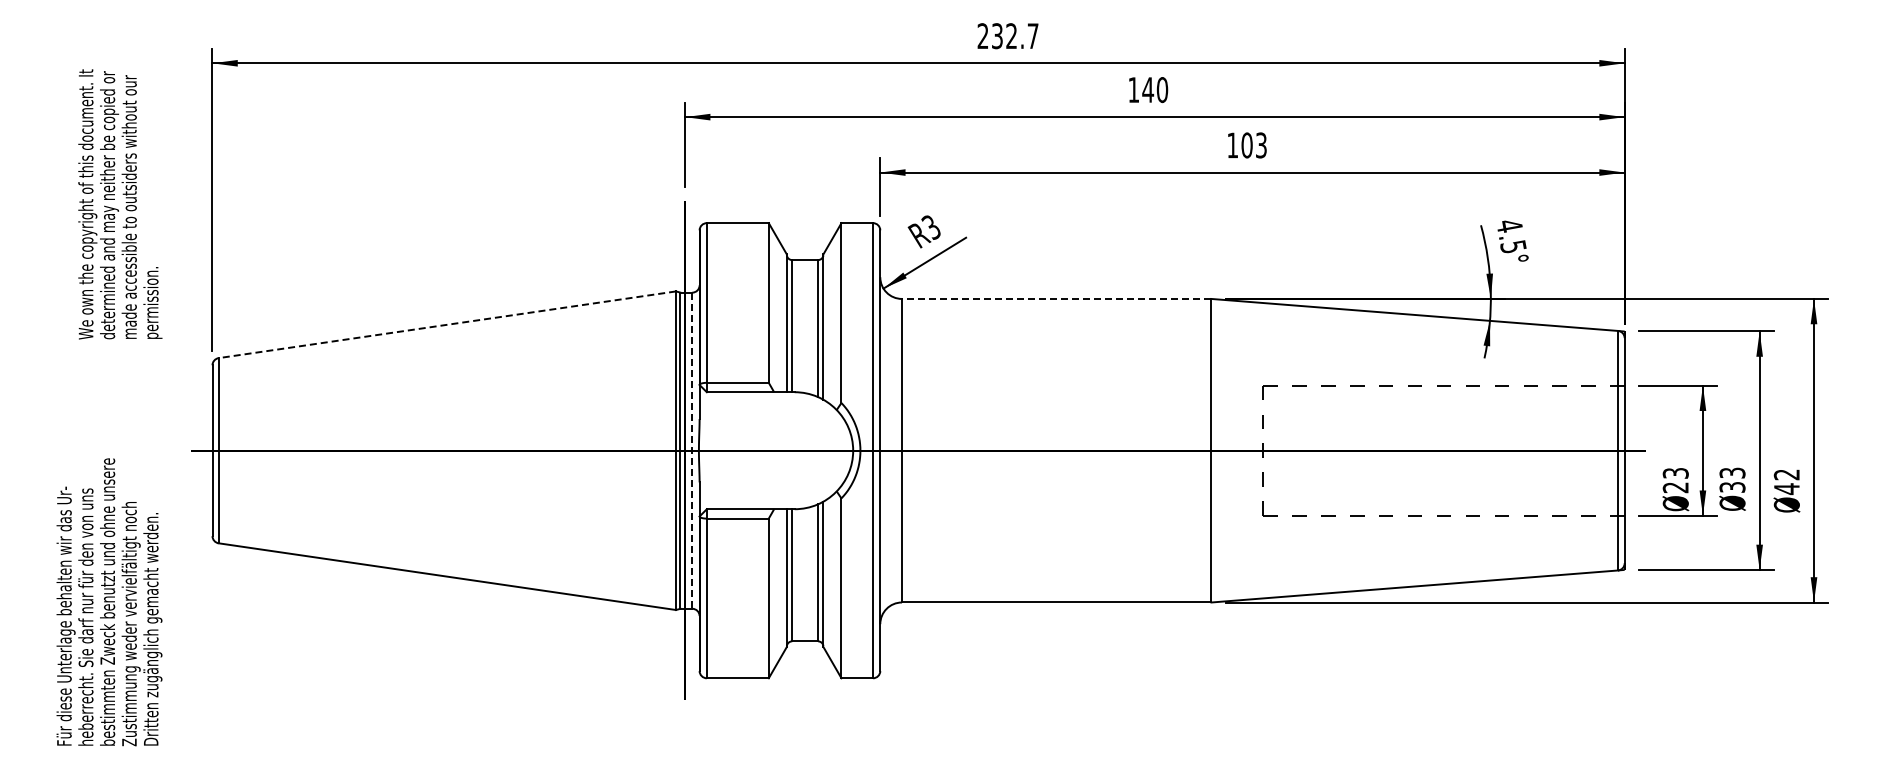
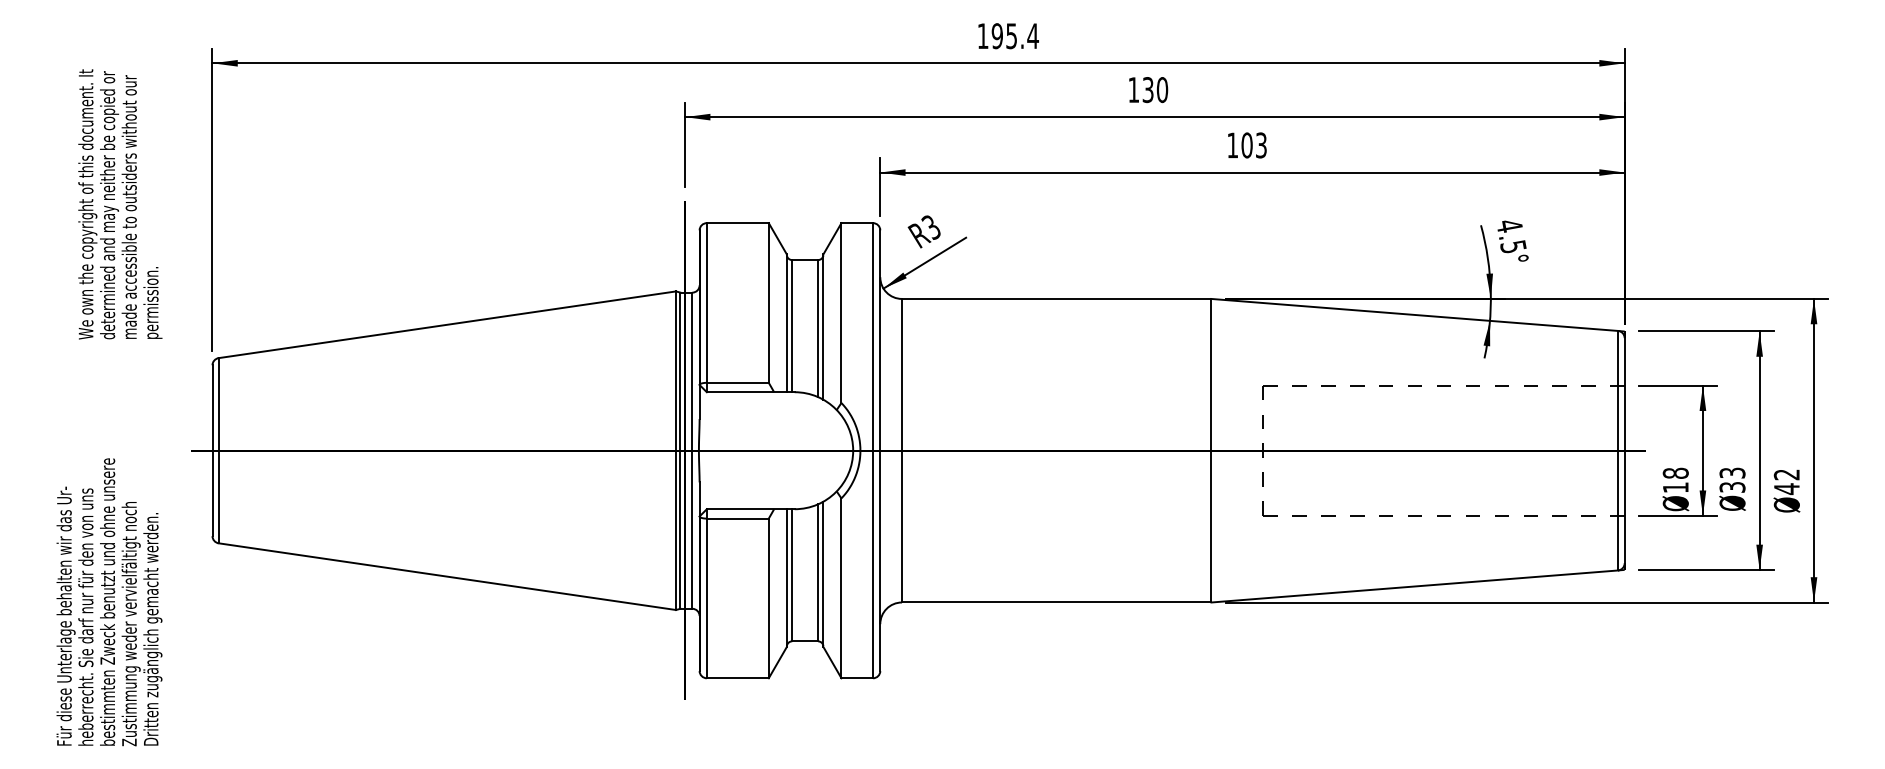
text at (1007, 36): 232.7 -> 195.4
text at (1148, 90): 140 -> 130
line at (1056, 298): dashed -> solid
line at (446, 324): dashed -> solid
line at (692, 451): dashed -> solid
text at (1675, 480): 23 -> 18
